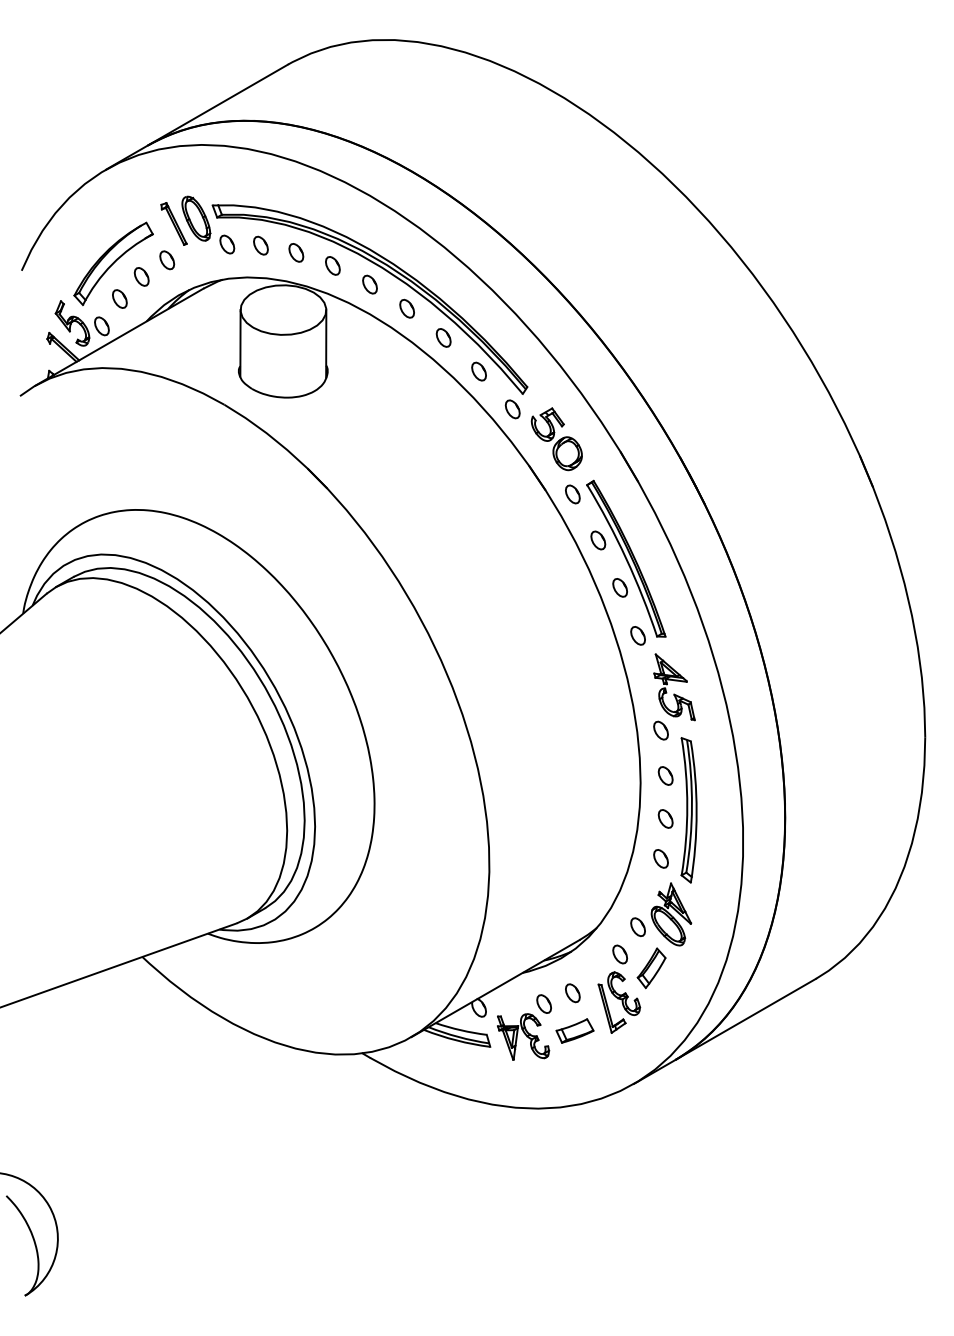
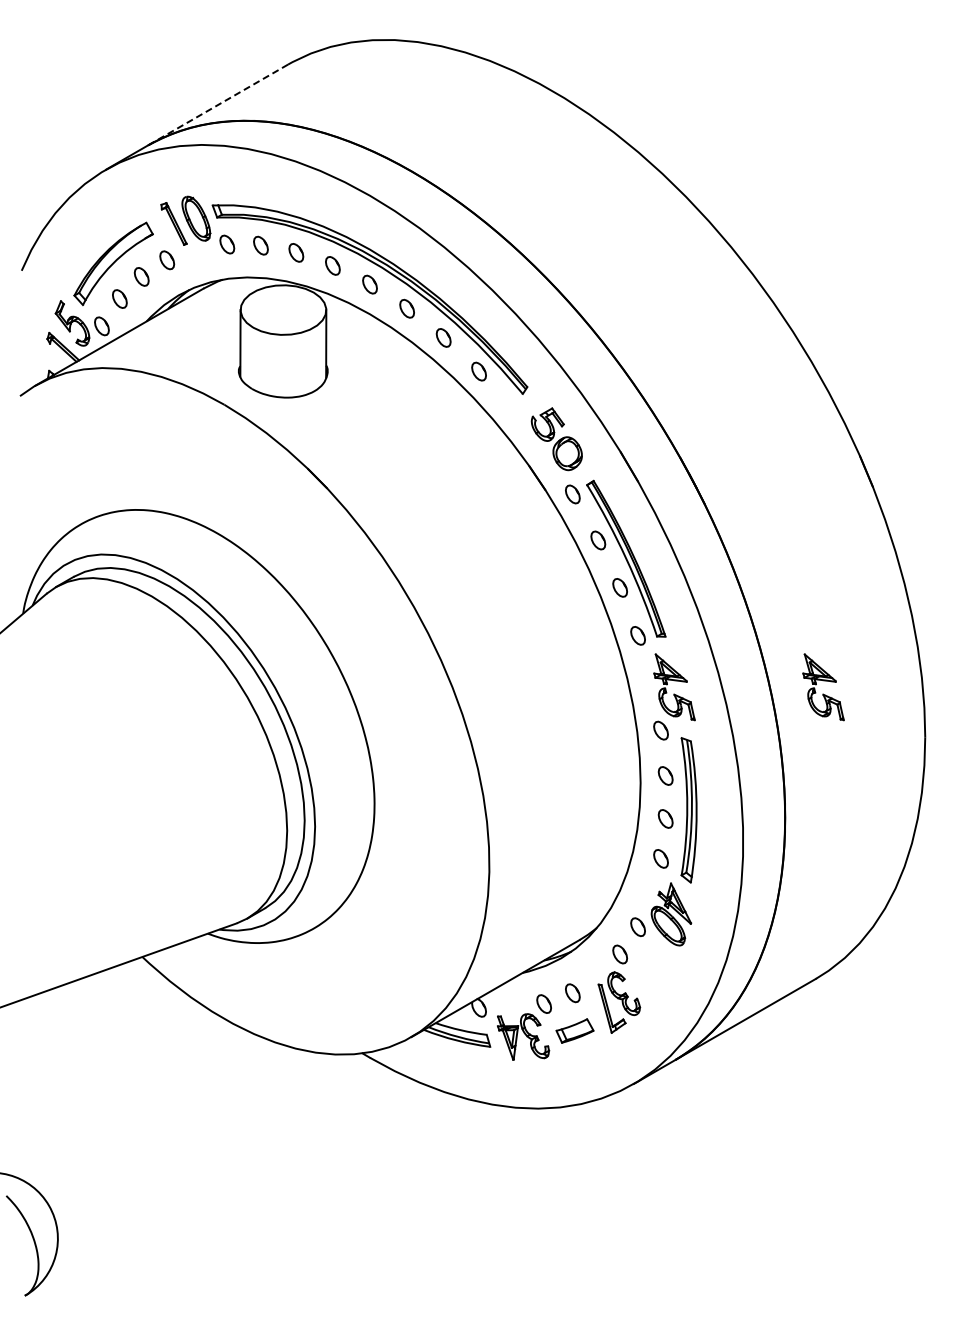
line at (218, 105): solid -> dashed
part at (512, 409): present -> none
part at (823, 687): none -> present
part at (651, 968): present -> none
